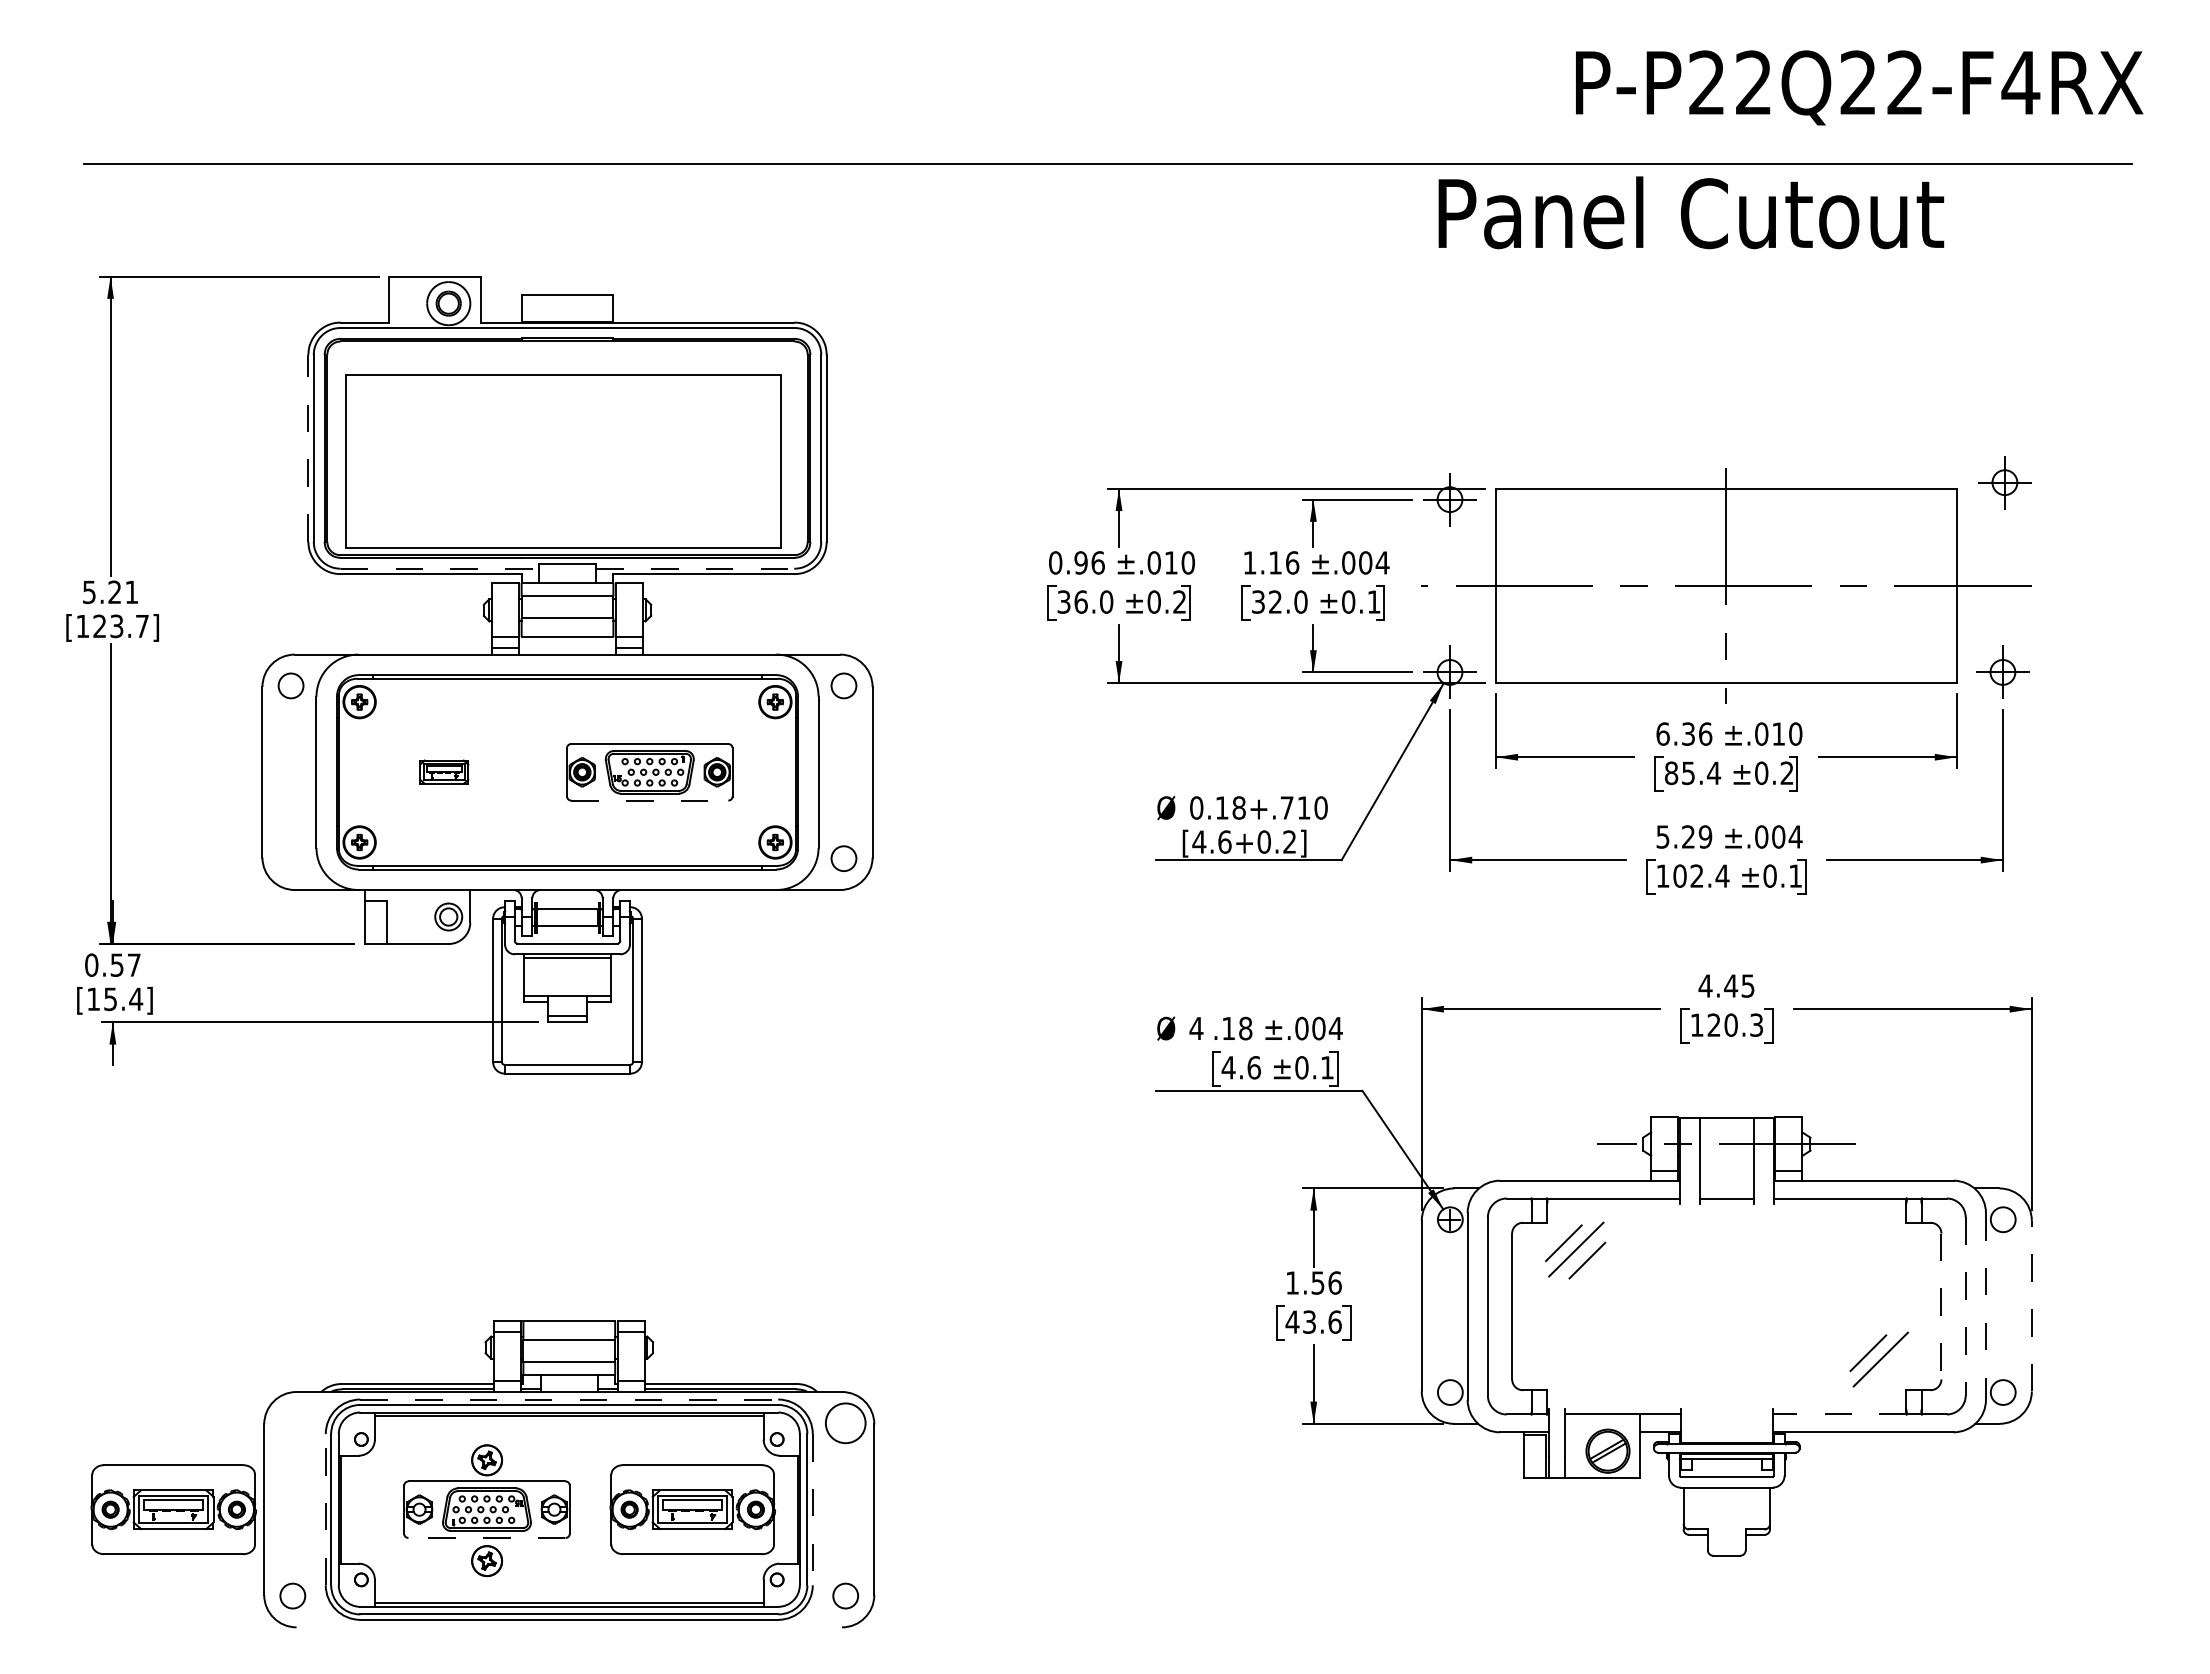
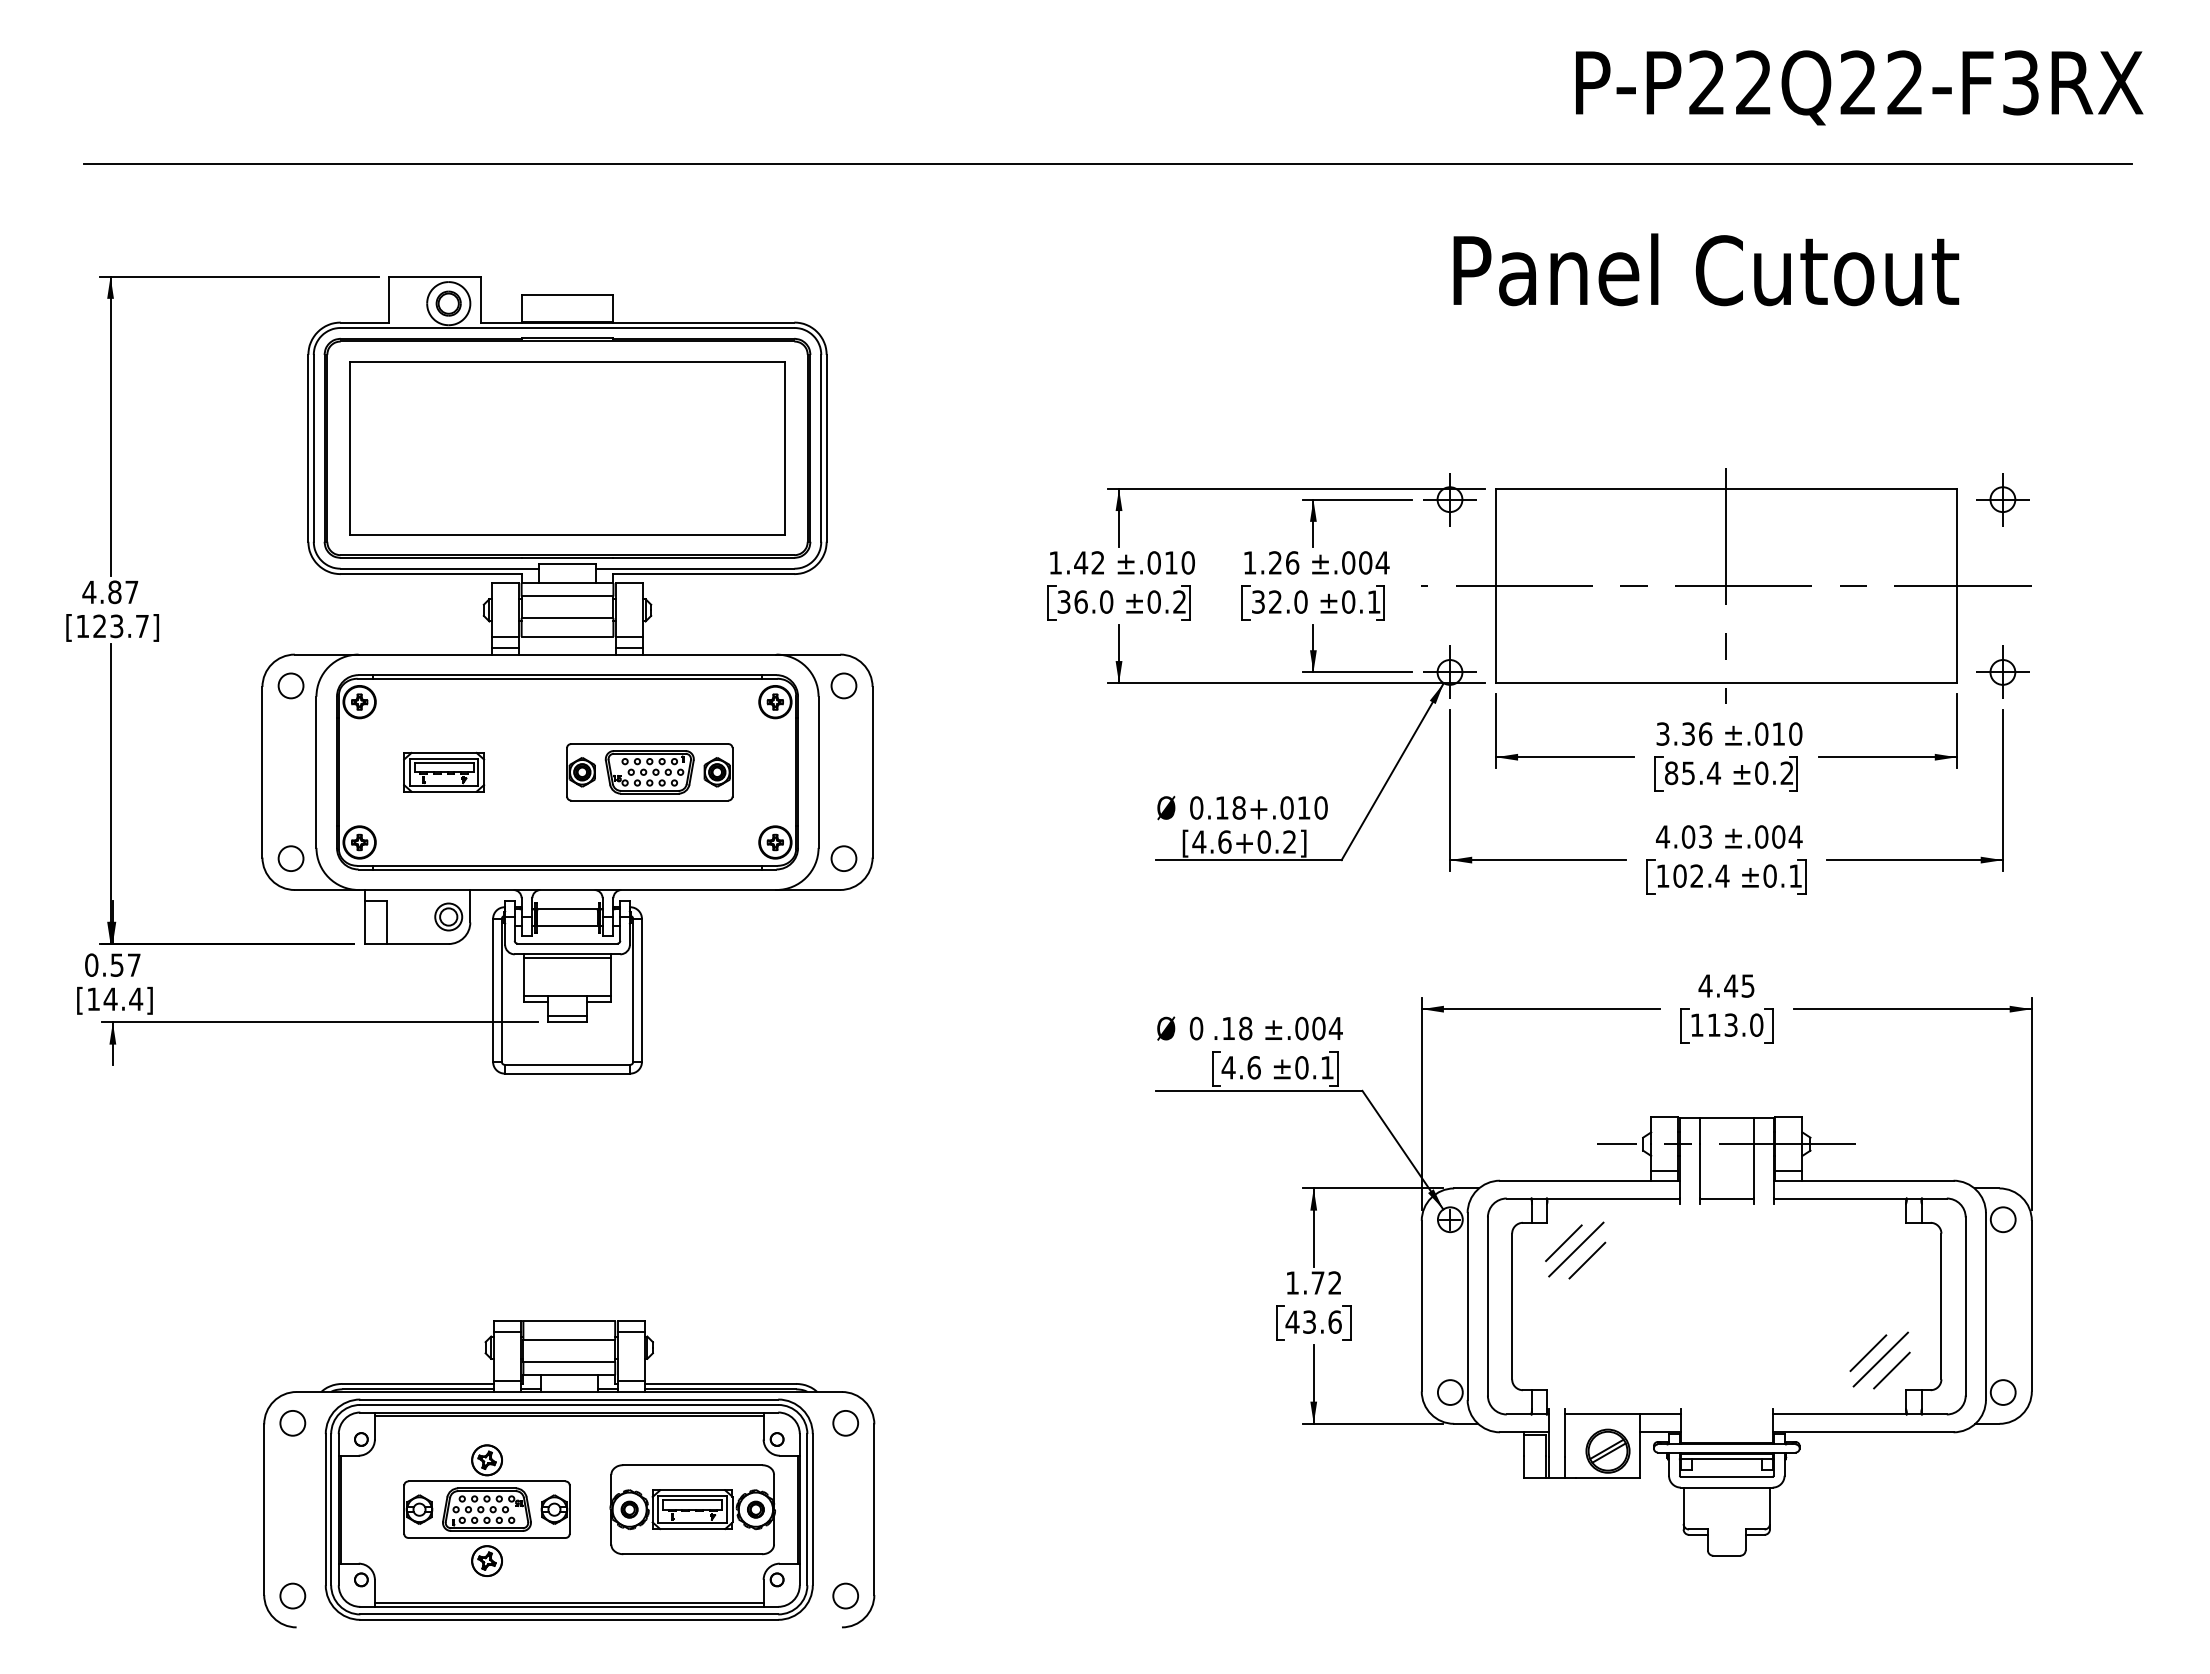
text at (2020, 82): P-P22Q22-F4RX -> P-P22Q22-F3RX
text at (1691, 212) position: (1691, 212) -> (1706, 269)
line at (308, 447): dashed -> solid
part at (563, 461) position: (563, 461) -> (567, 448)
part at (2004, 482) position: (2004, 482) -> (2002, 499)
text at (1076, 562): 0.96 -> 1.42
text at (1275, 562): 1.16 -> 1.26
line at (440, 568): dashed -> solid
line at (695, 568): dashed -> solid
text at (110, 592): 5.21 -> 4.87
text at (1662, 733): 6.36 -> 3.36
part at (444, 771) size: 51x26 px -> 83x42 px
line at (650, 800): dashed -> solid
text at (1286, 807): 0.18+.710 -> 0.18+.010
text at (1684, 836): 5.29 -> 4.03
circle at (290, 858): none -> present
text at (110, 999): [15.4] -> [14.4]
text at (1735, 1024): 120.3 -> 113.0
text at (1196, 1028): 4 -> 0
text at (1326, 1282): 1.56 -> 1.72
line at (2031, 1305): dashed -> solid
line at (1941, 1306): dashed -> solid
line at (1965, 1307): dashed -> solid
line at (1985, 1307): dashed -> solid
line at (1891, 1370): none -> present
line at (569, 1399): dashed -> solid
line at (1839, 1414): dashed -> solid
circle at (292, 1423): none -> present
circle at (845, 1423) diameter: 40 px -> 25 px
part at (173, 1509): present -> none
line at (325, 1509): dashed -> solid
line at (812, 1509): dashed -> solid
line at (486, 1537): dashed -> solid
